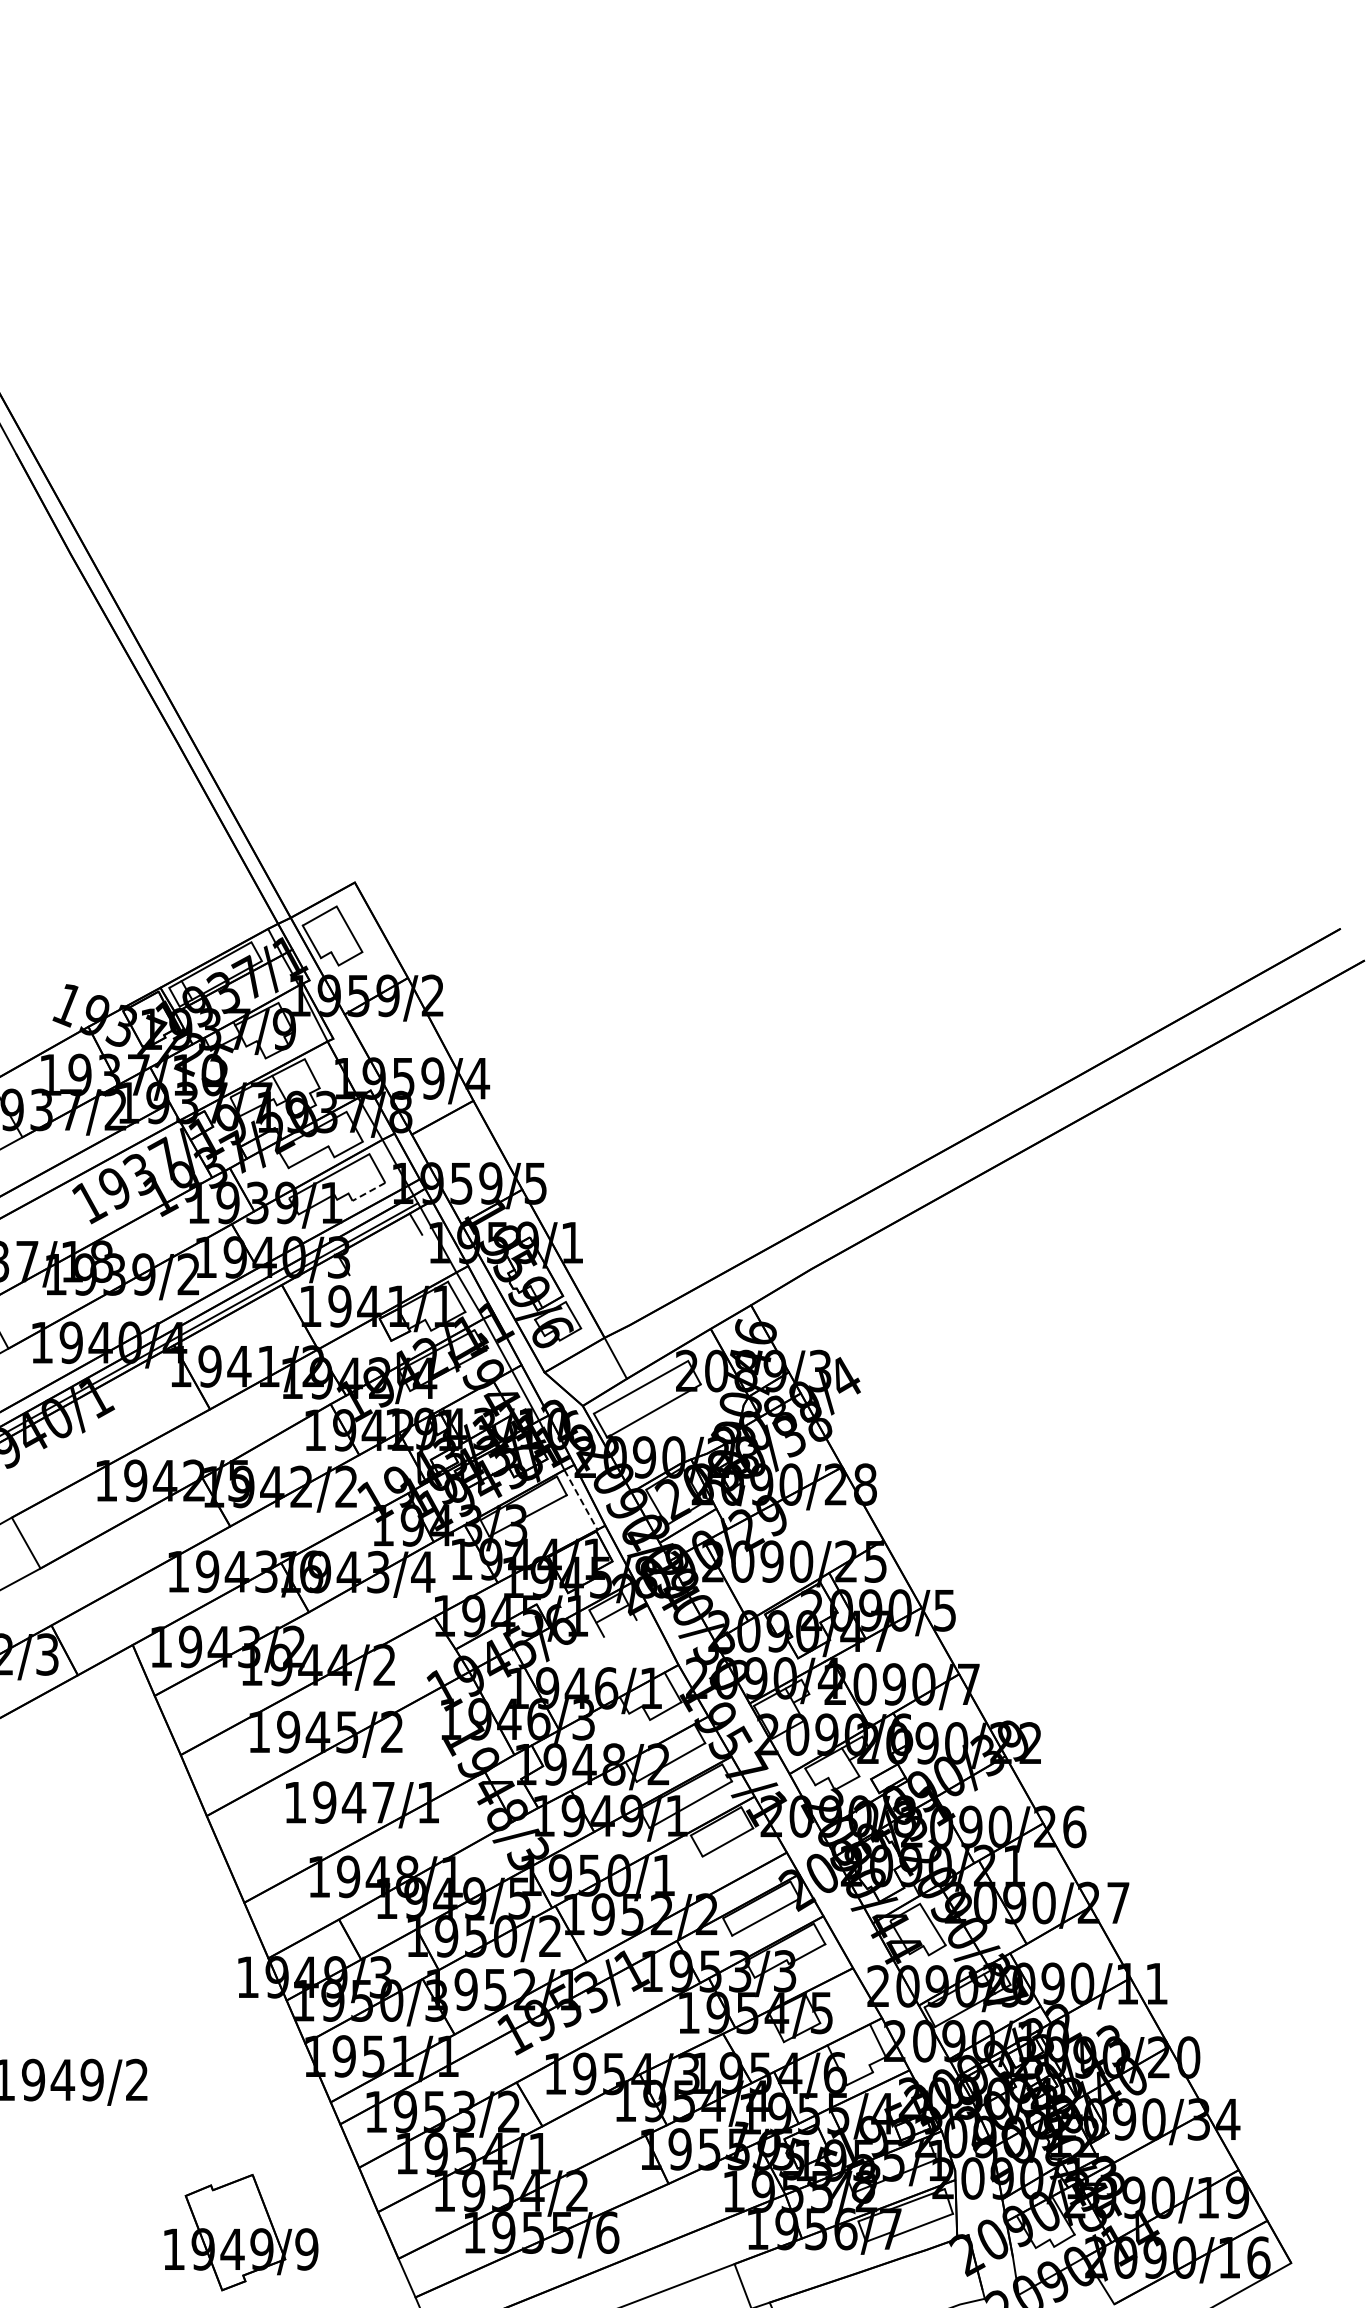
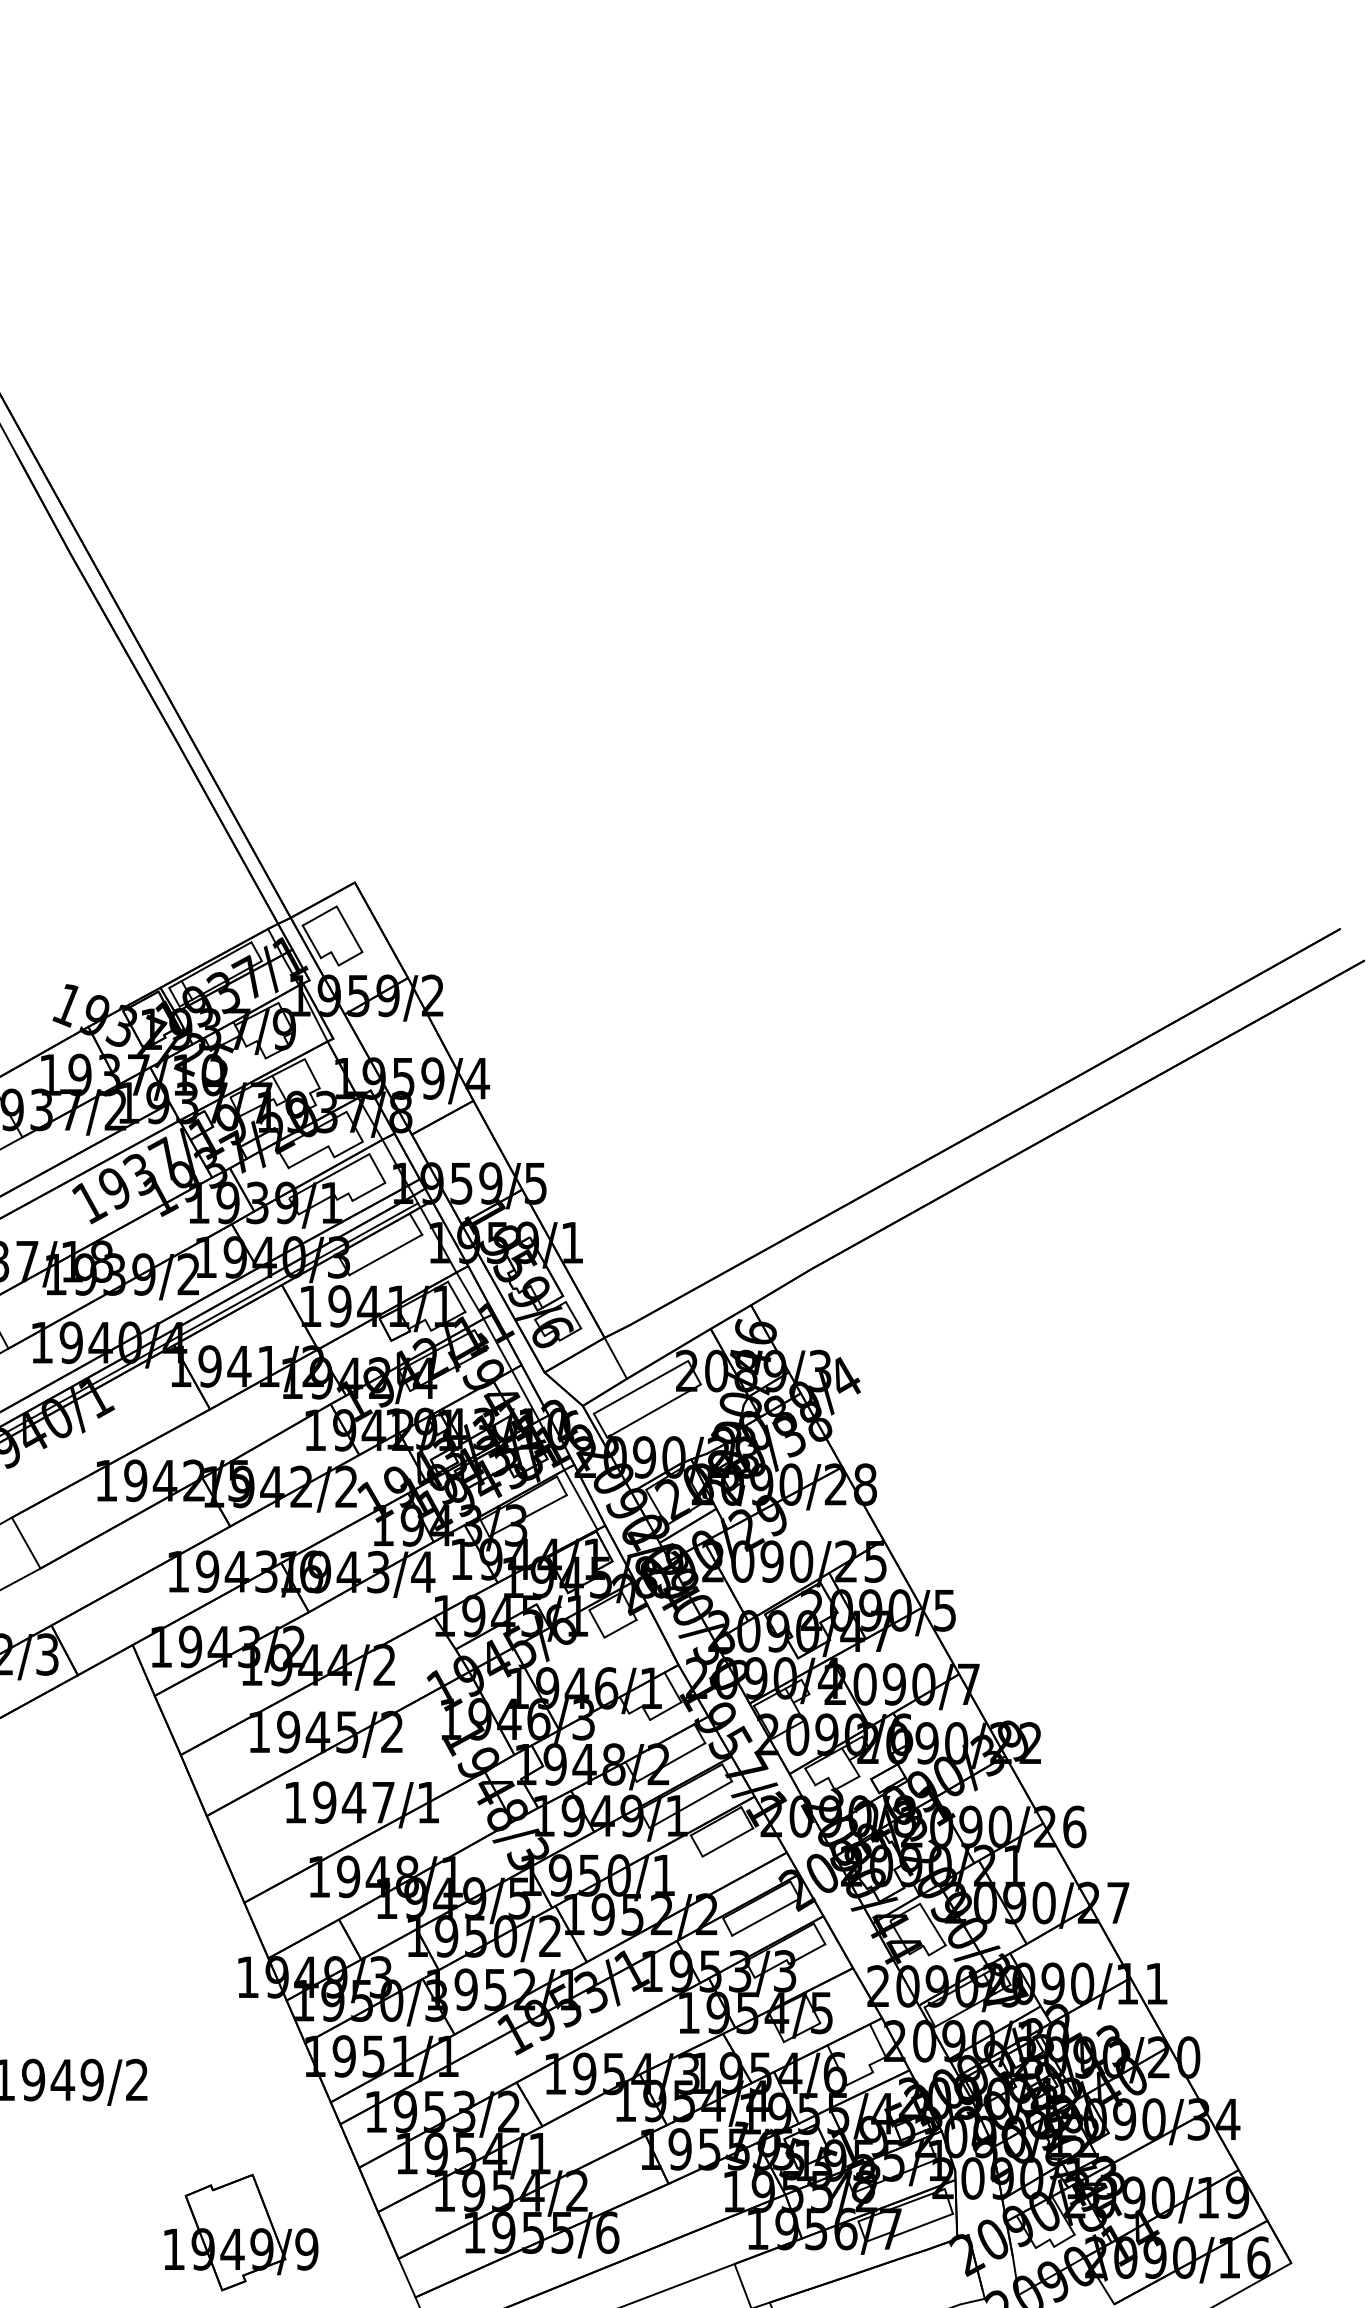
line at (368, 1191): dashed -> solid
line at (385, 1254): none -> present
line at (581, 1500): dashed -> solid
line at (612, 1613) position: (612, 1613) -> (620, 1628)
